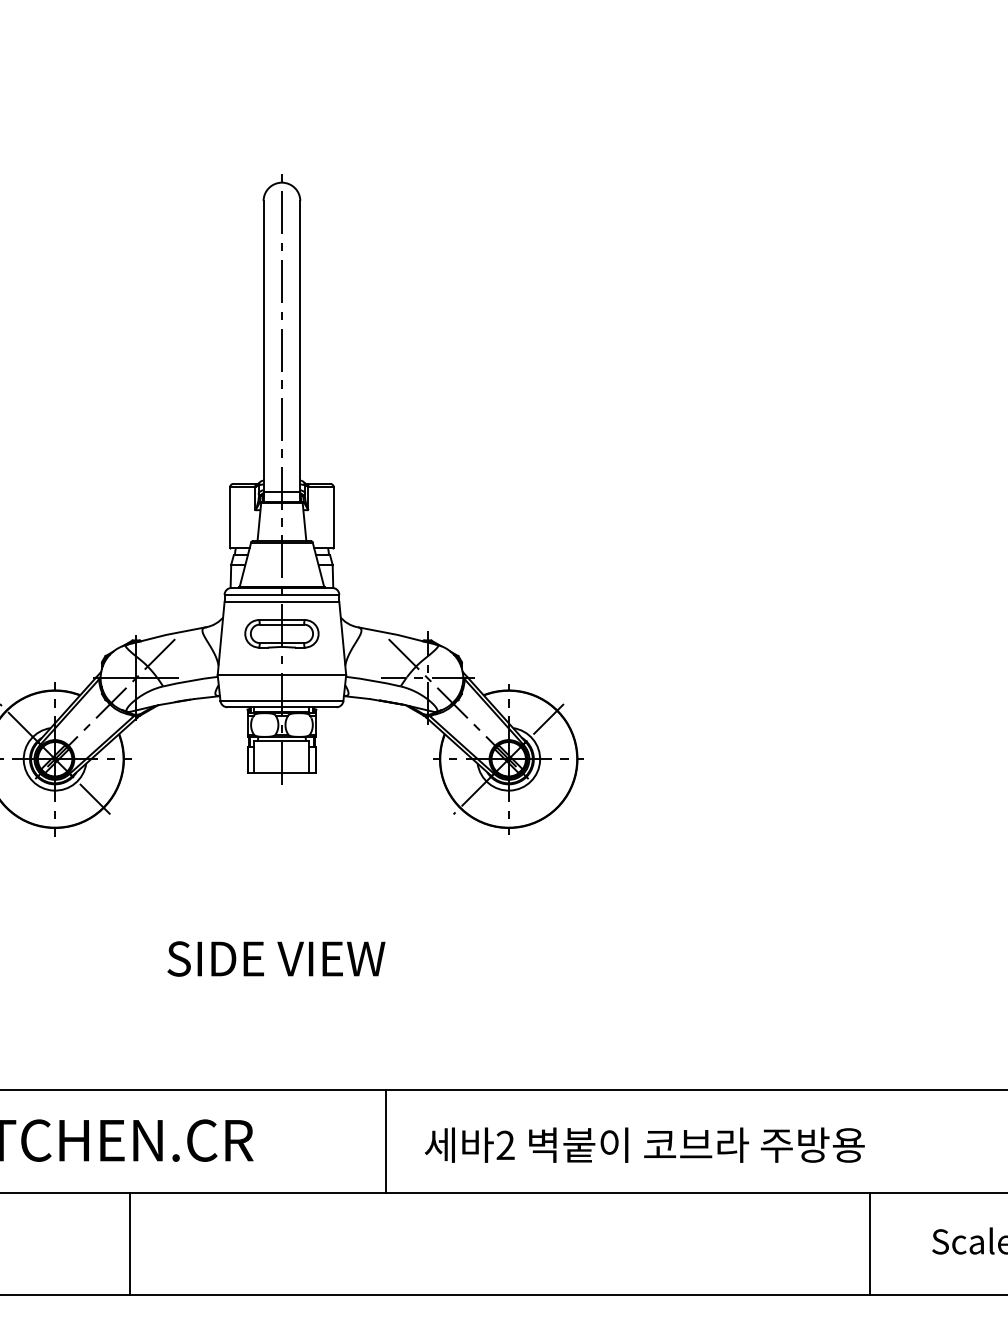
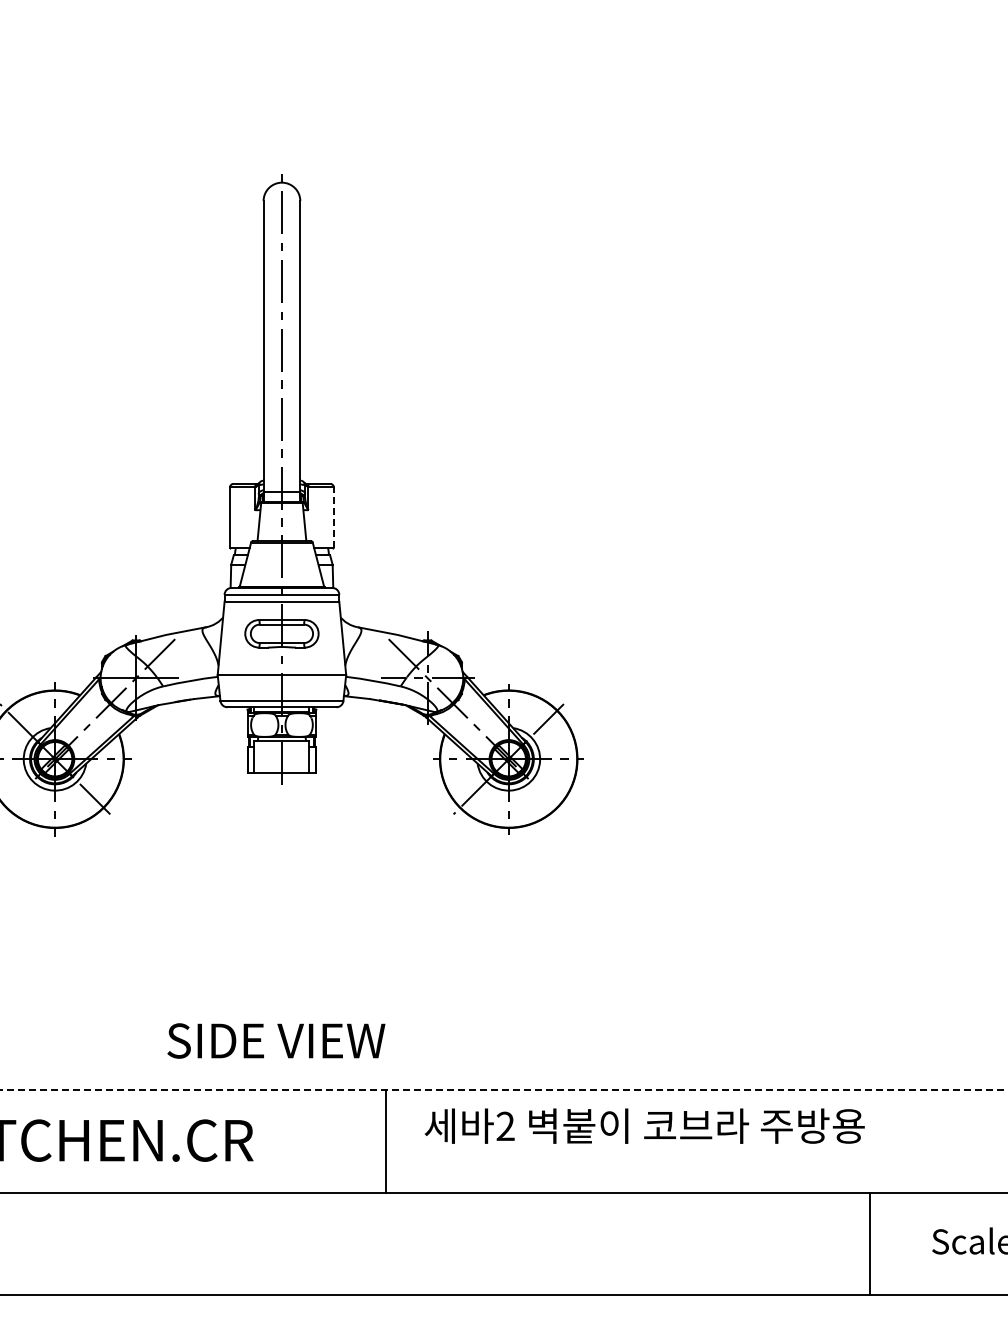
line at (333, 517): solid -> dashed
text at (276, 958) position: (276, 958) -> (276, 1040)
line at (503, 1089): solid -> dashed
text at (644, 1144) position: (644, 1144) -> (644, 1125)
line at (129, 1243): present -> none
